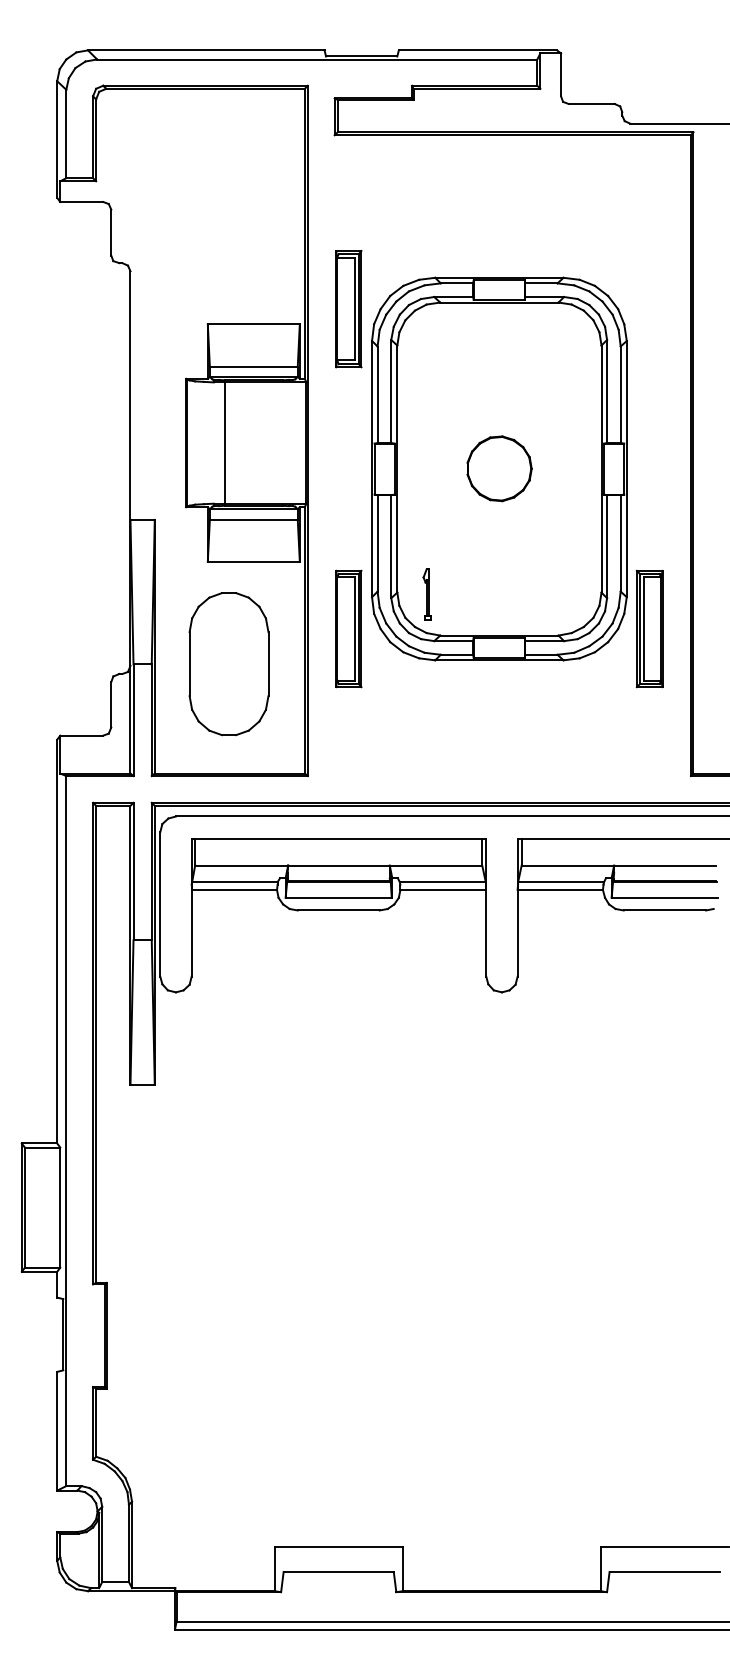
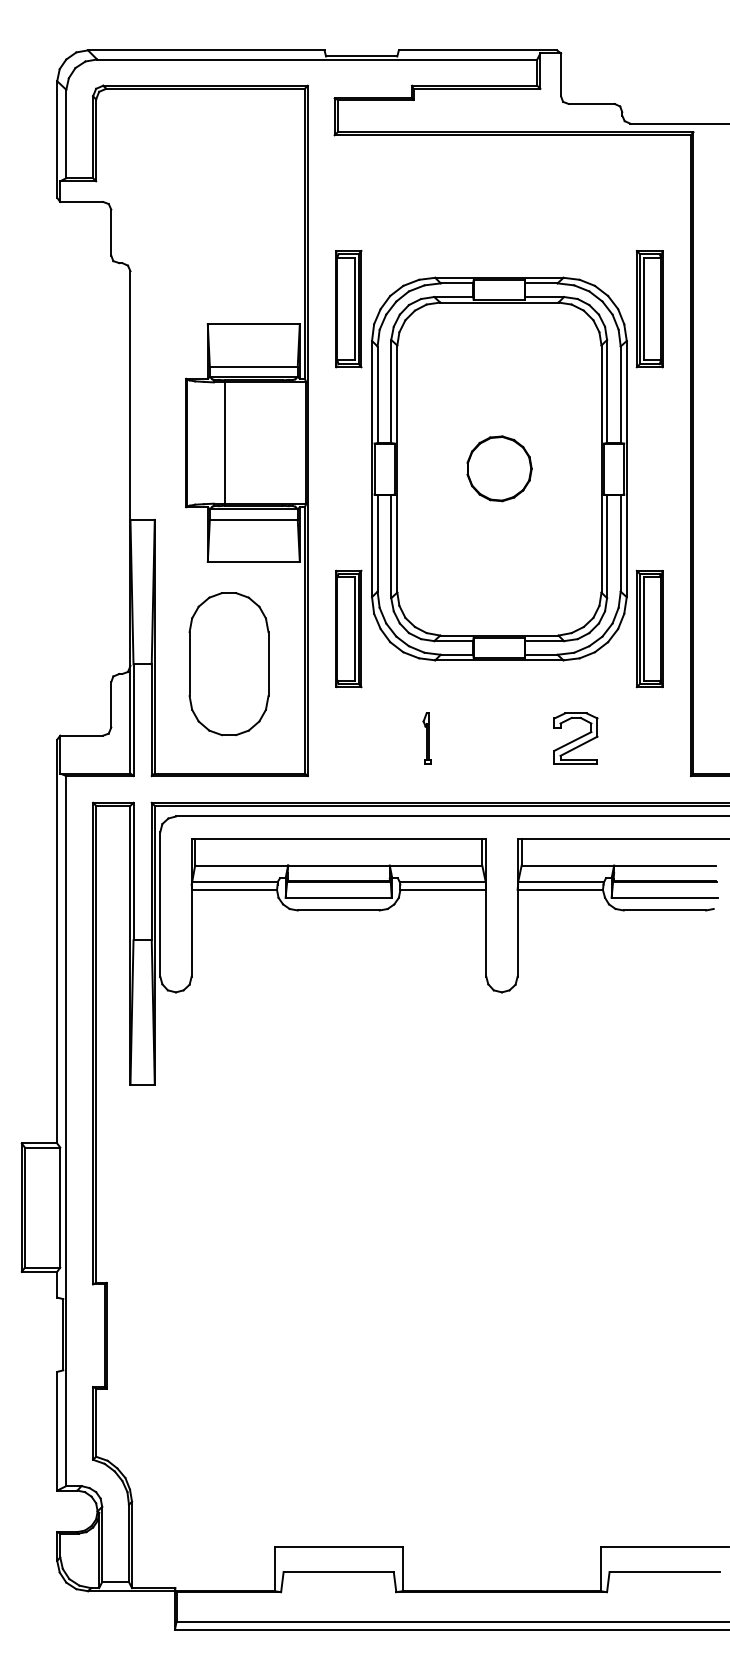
part at (649, 309): none -> present
part at (426, 594) position: (426, 594) -> (426, 738)
part at (575, 738): none -> present
